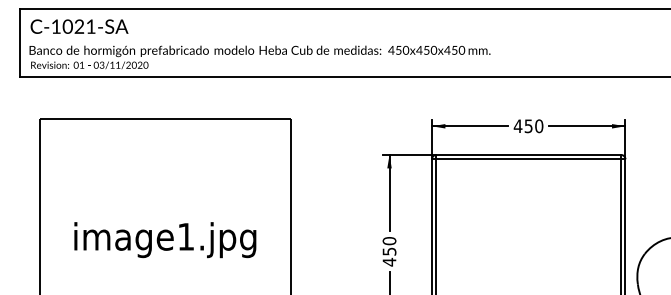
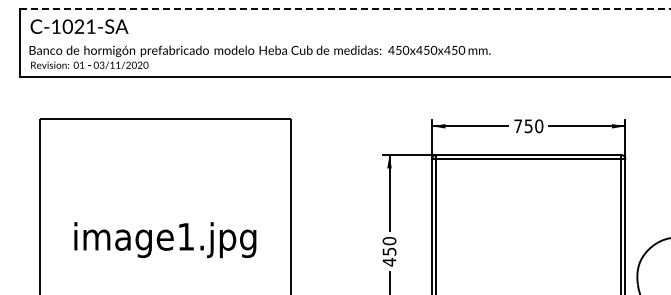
line at (345, 8): solid -> dashed
text at (517, 125): 450 -> 750
